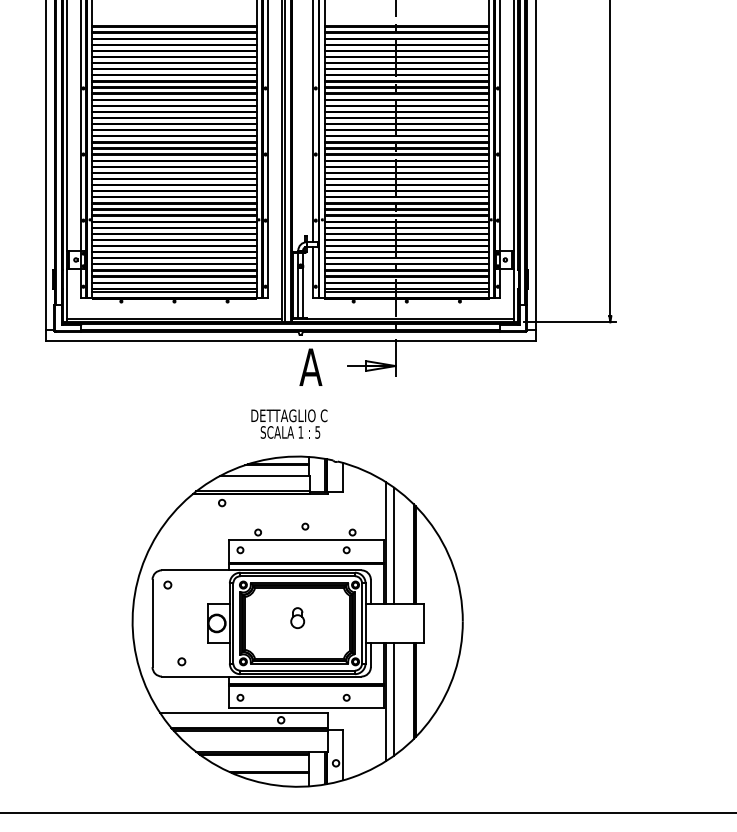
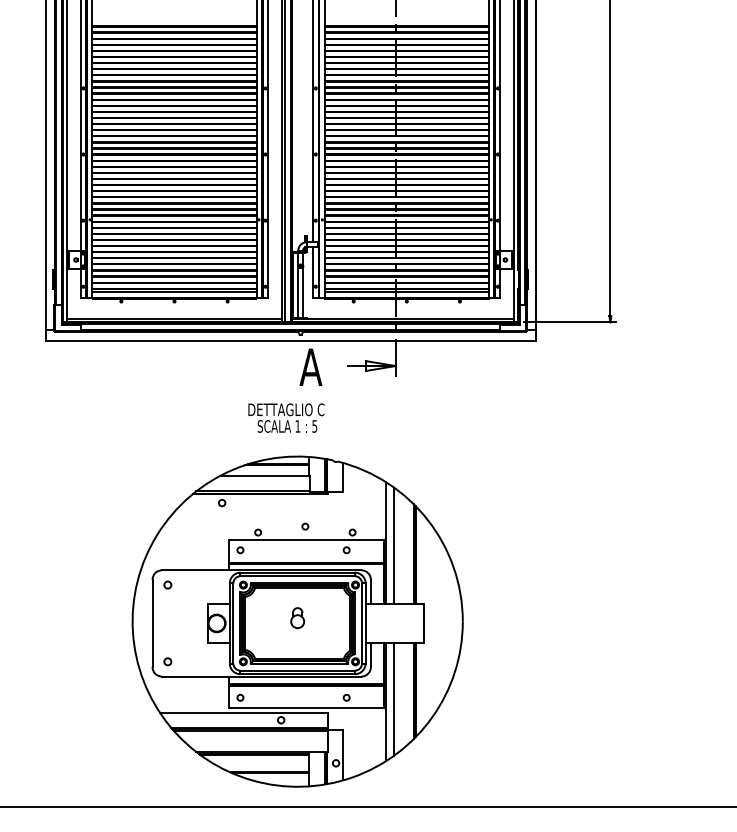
text at (289, 423) position: (289, 423) -> (286, 417)
circle at (181, 661) position: (181, 661) -> (167, 661)
line at (367, 813) position: (367, 813) -> (367, 807)
